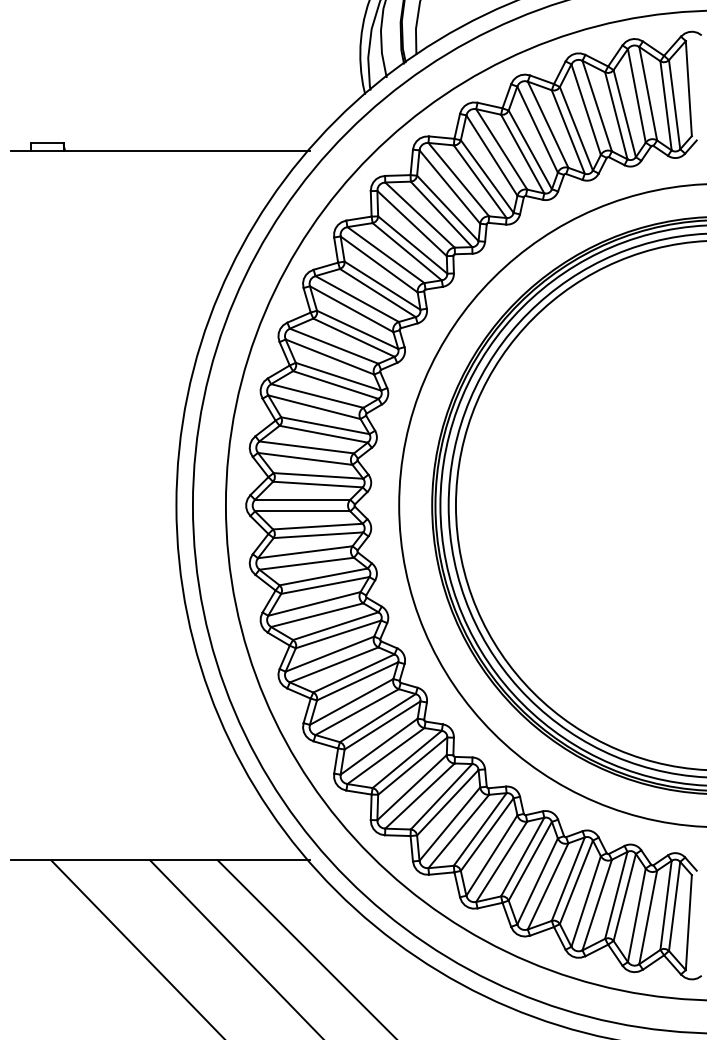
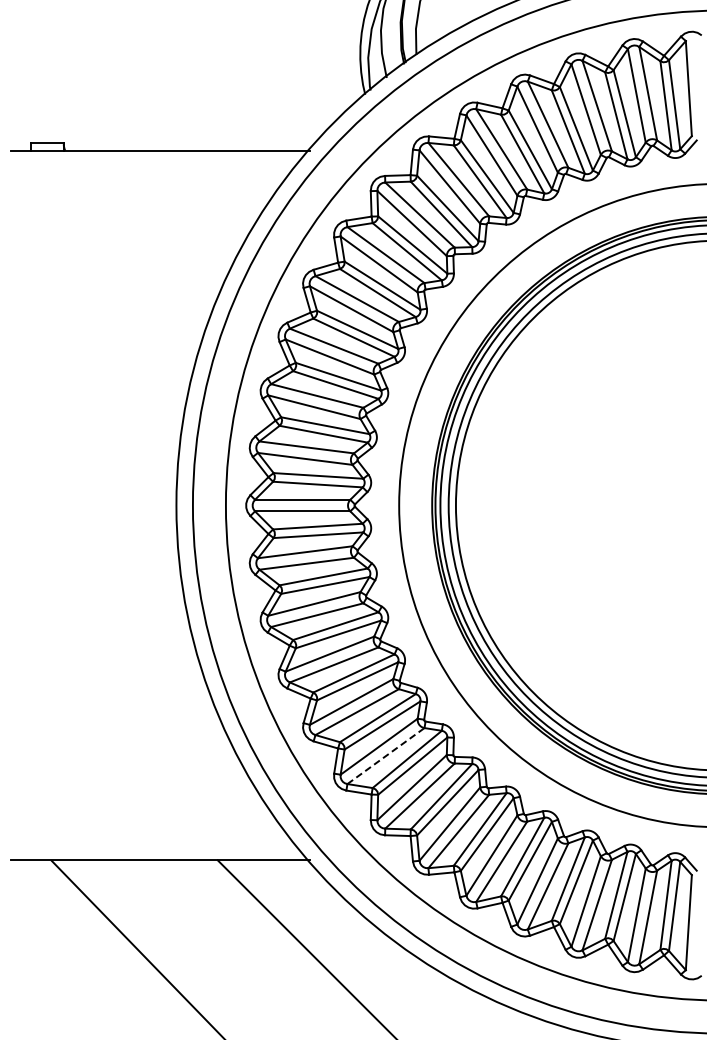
line at (385, 756): solid -> dashed
line at (235, 948): present -> none
